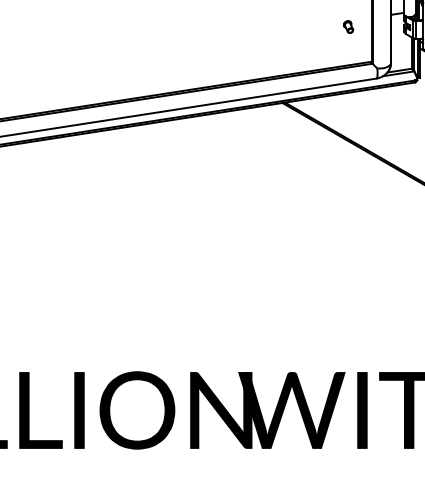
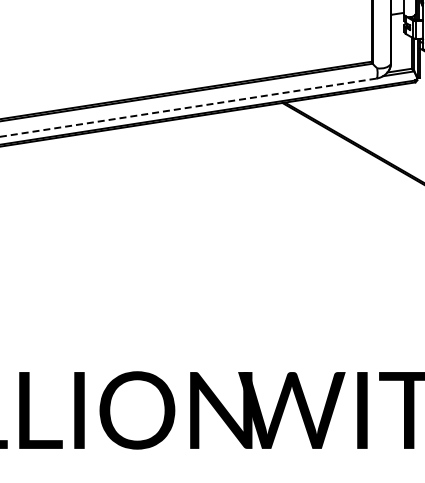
part at (348, 26): present -> none
line at (187, 107): solid -> dashed
